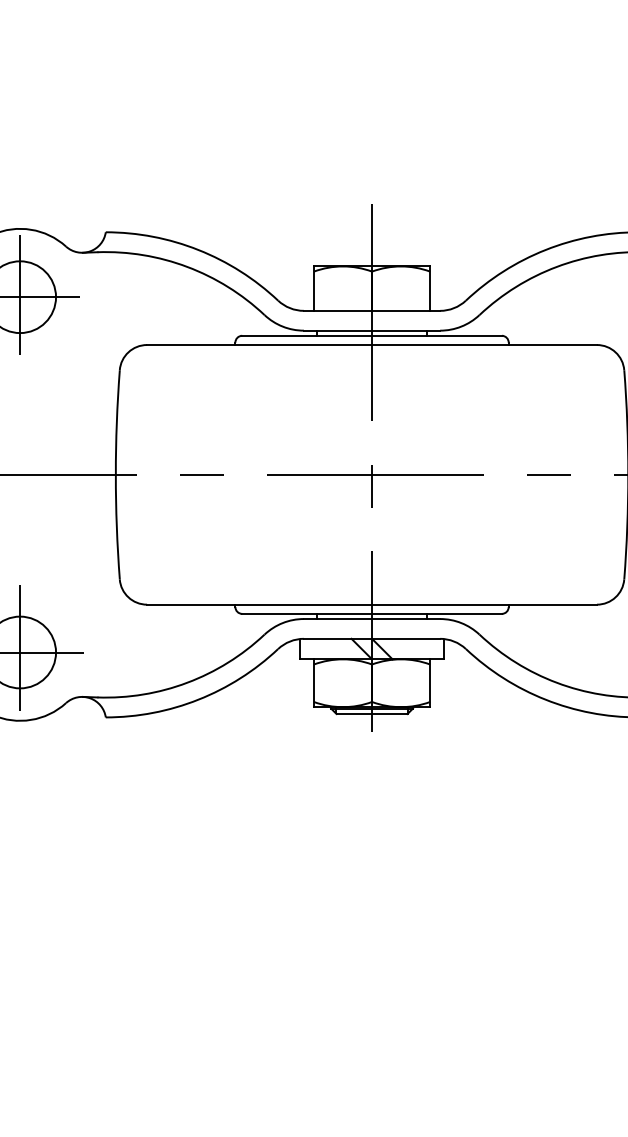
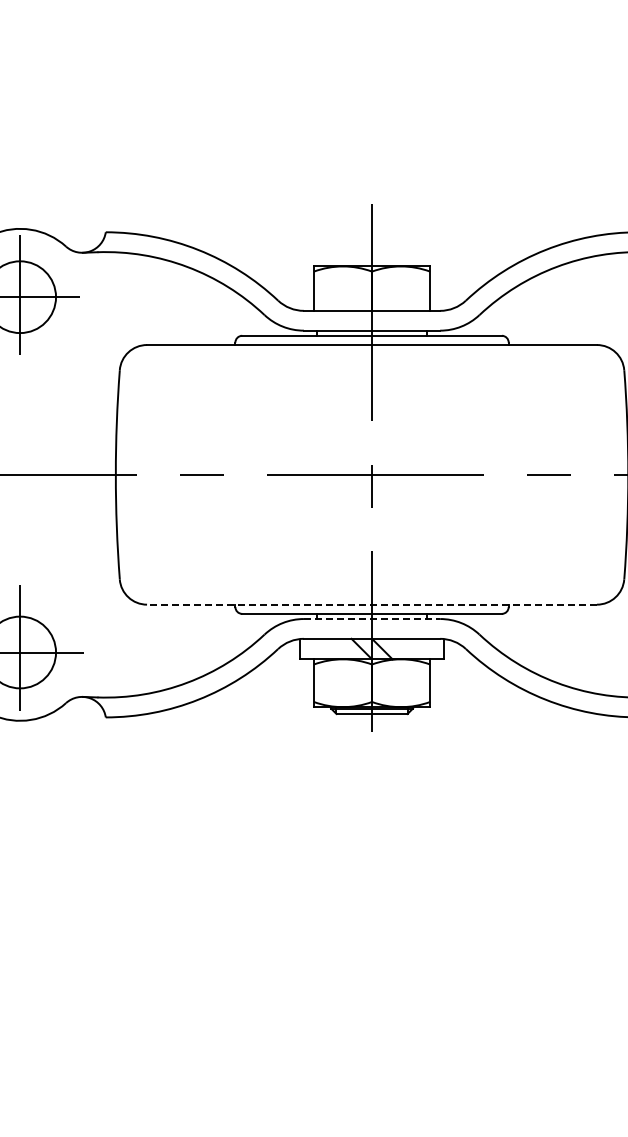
line at (372, 604): solid -> dashed
line at (372, 619): solid -> dashed
